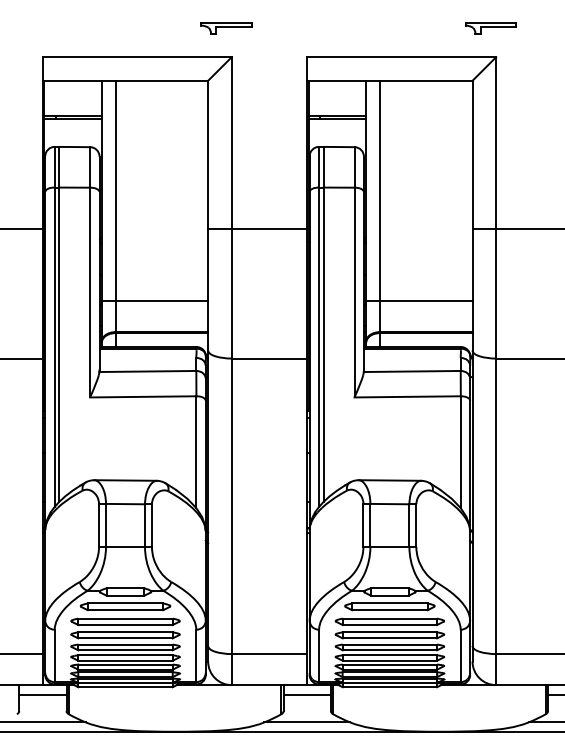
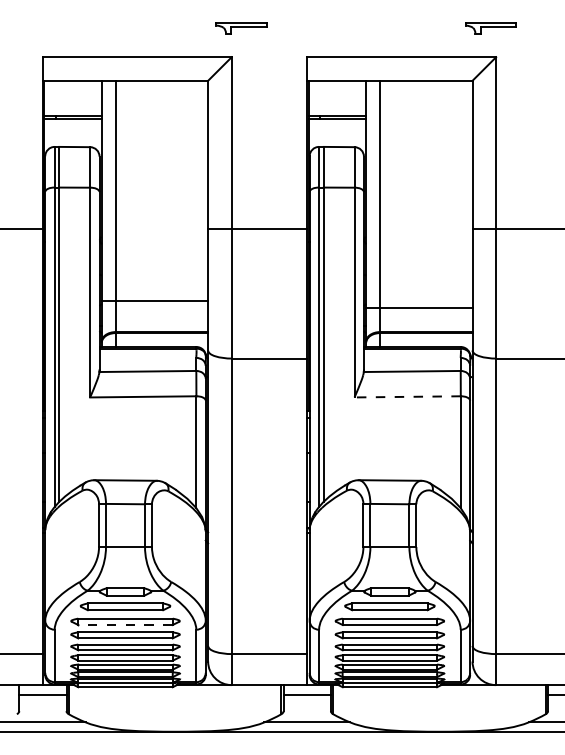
part at (226, 28) position: (226, 28) -> (241, 28)
line at (419, 300) position: (419, 300) -> (419, 307)
line at (22, 358): present -> none
line at (407, 396): solid -> dashed
line at (125, 625): solid -> dashed
